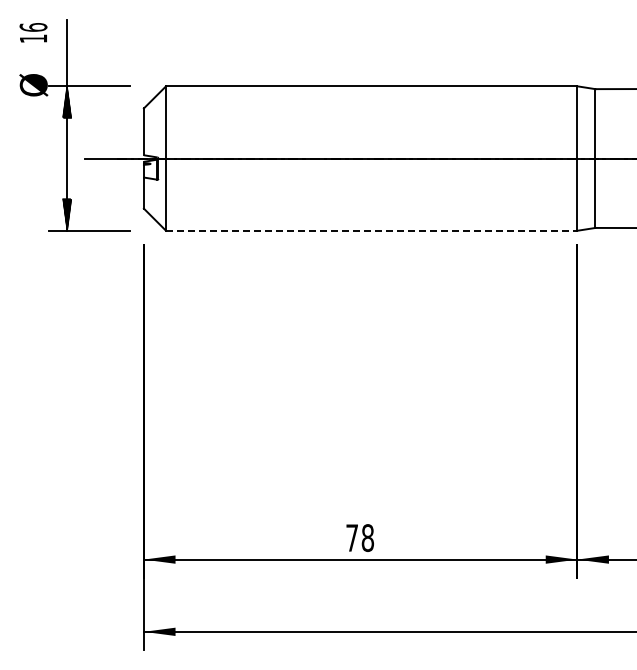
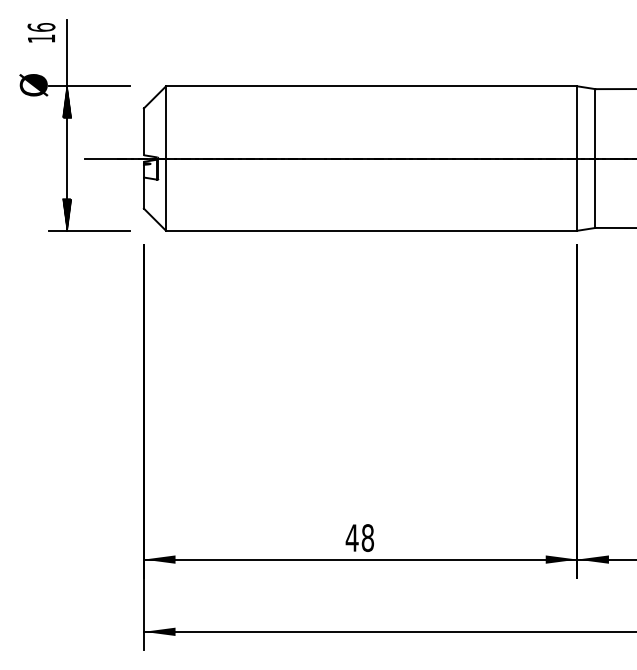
text at (33, 32) position: (33, 32) -> (41, 32)
line at (371, 230): dashed -> solid
text at (351, 537): 78 -> 48
